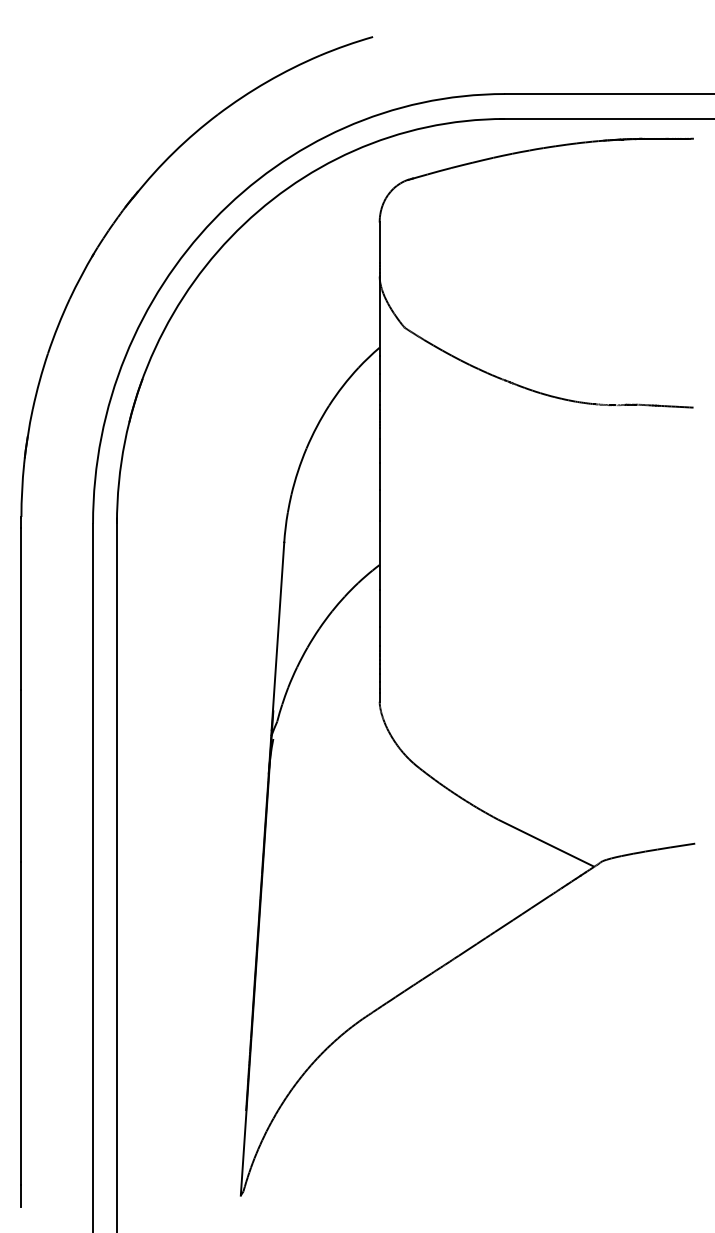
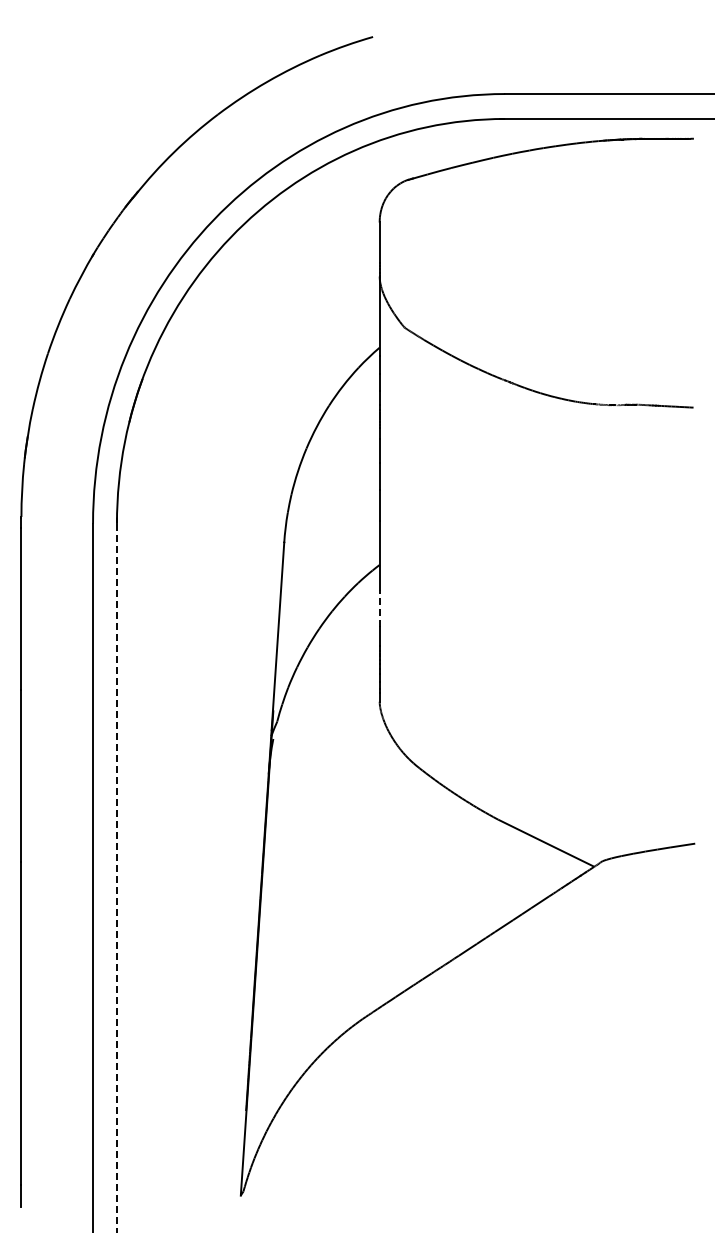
line at (379, 608): solid -> dashed
line at (116, 878): solid -> dashed
